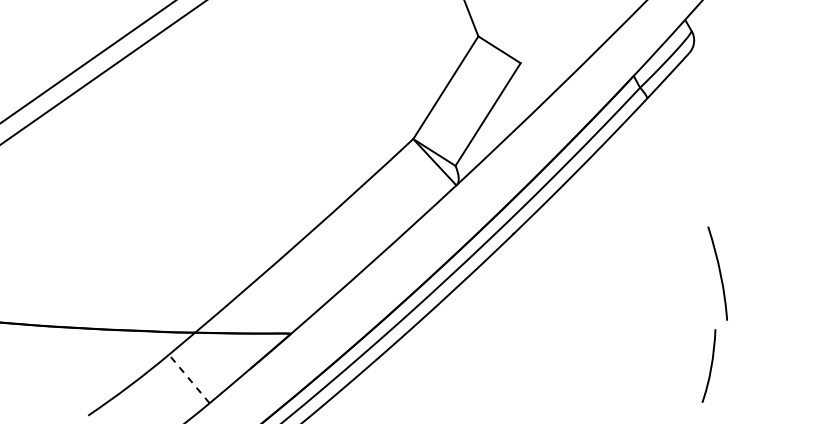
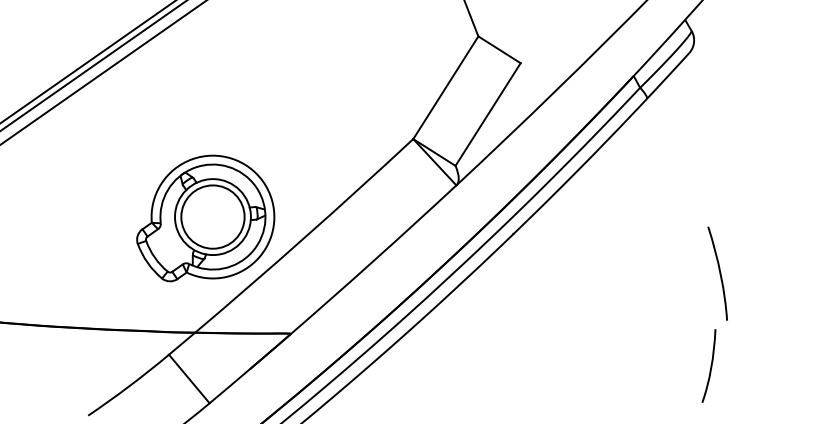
line at (93, 65): none -> present
part at (205, 218): none -> present
line at (189, 379): dashed -> solid
